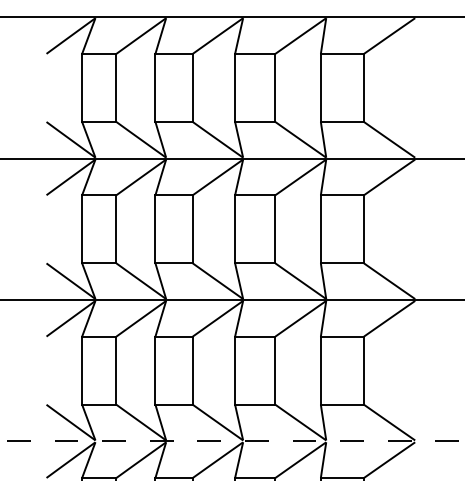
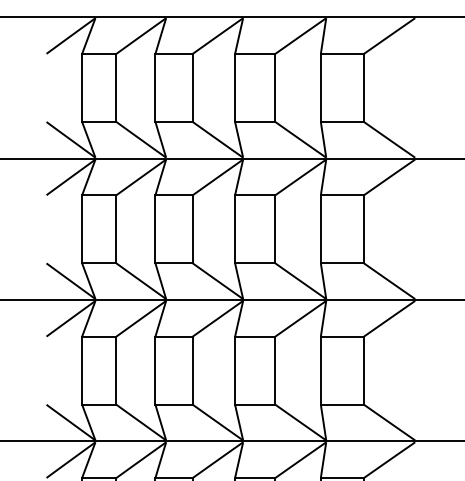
line at (232, 441): dashed -> solid
